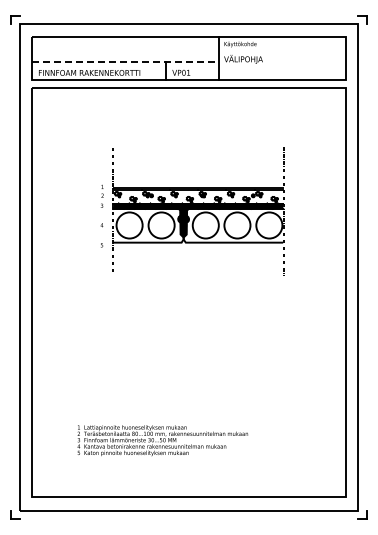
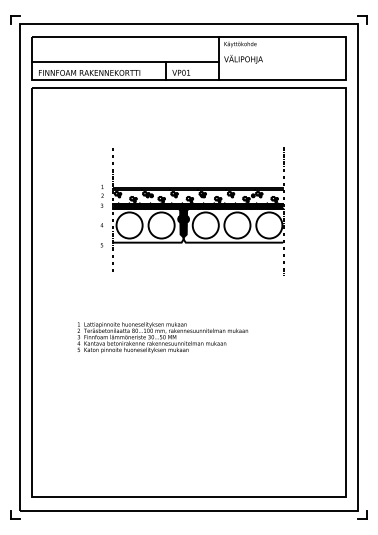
line at (125, 62): dashed -> solid
text at (162, 440) position: (162, 440) -> (162, 337)
